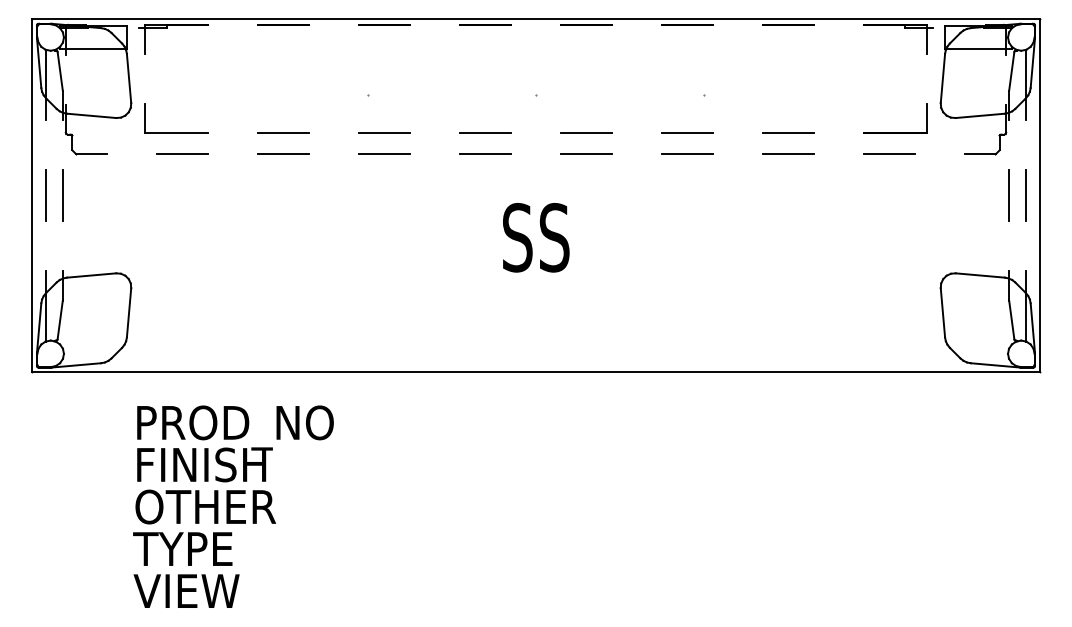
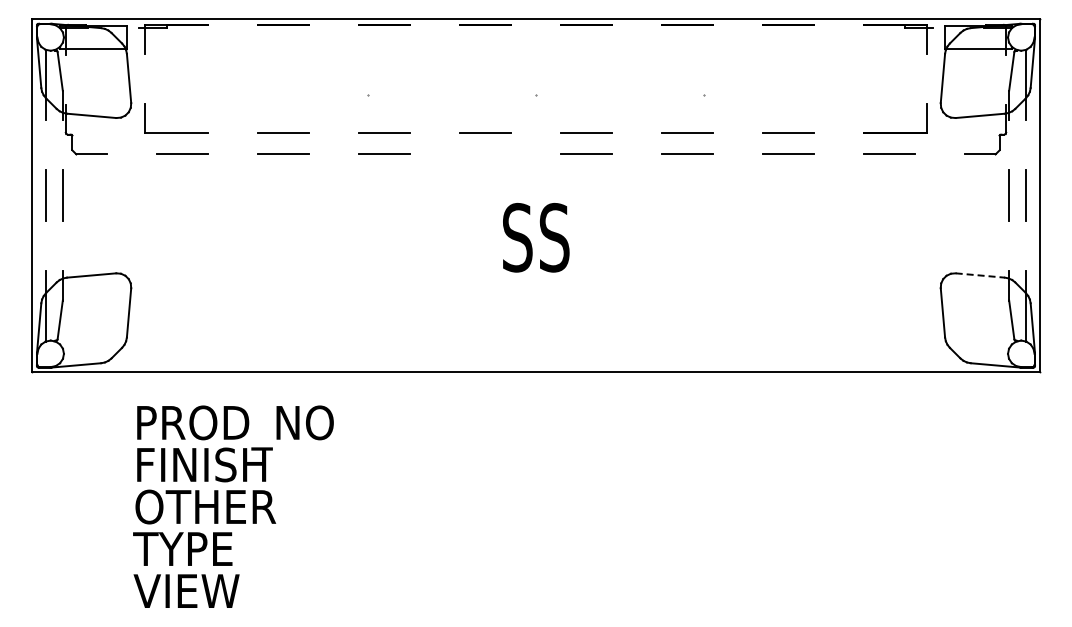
line at (485, 154): present -> none
line at (980, 275): solid -> dashed
